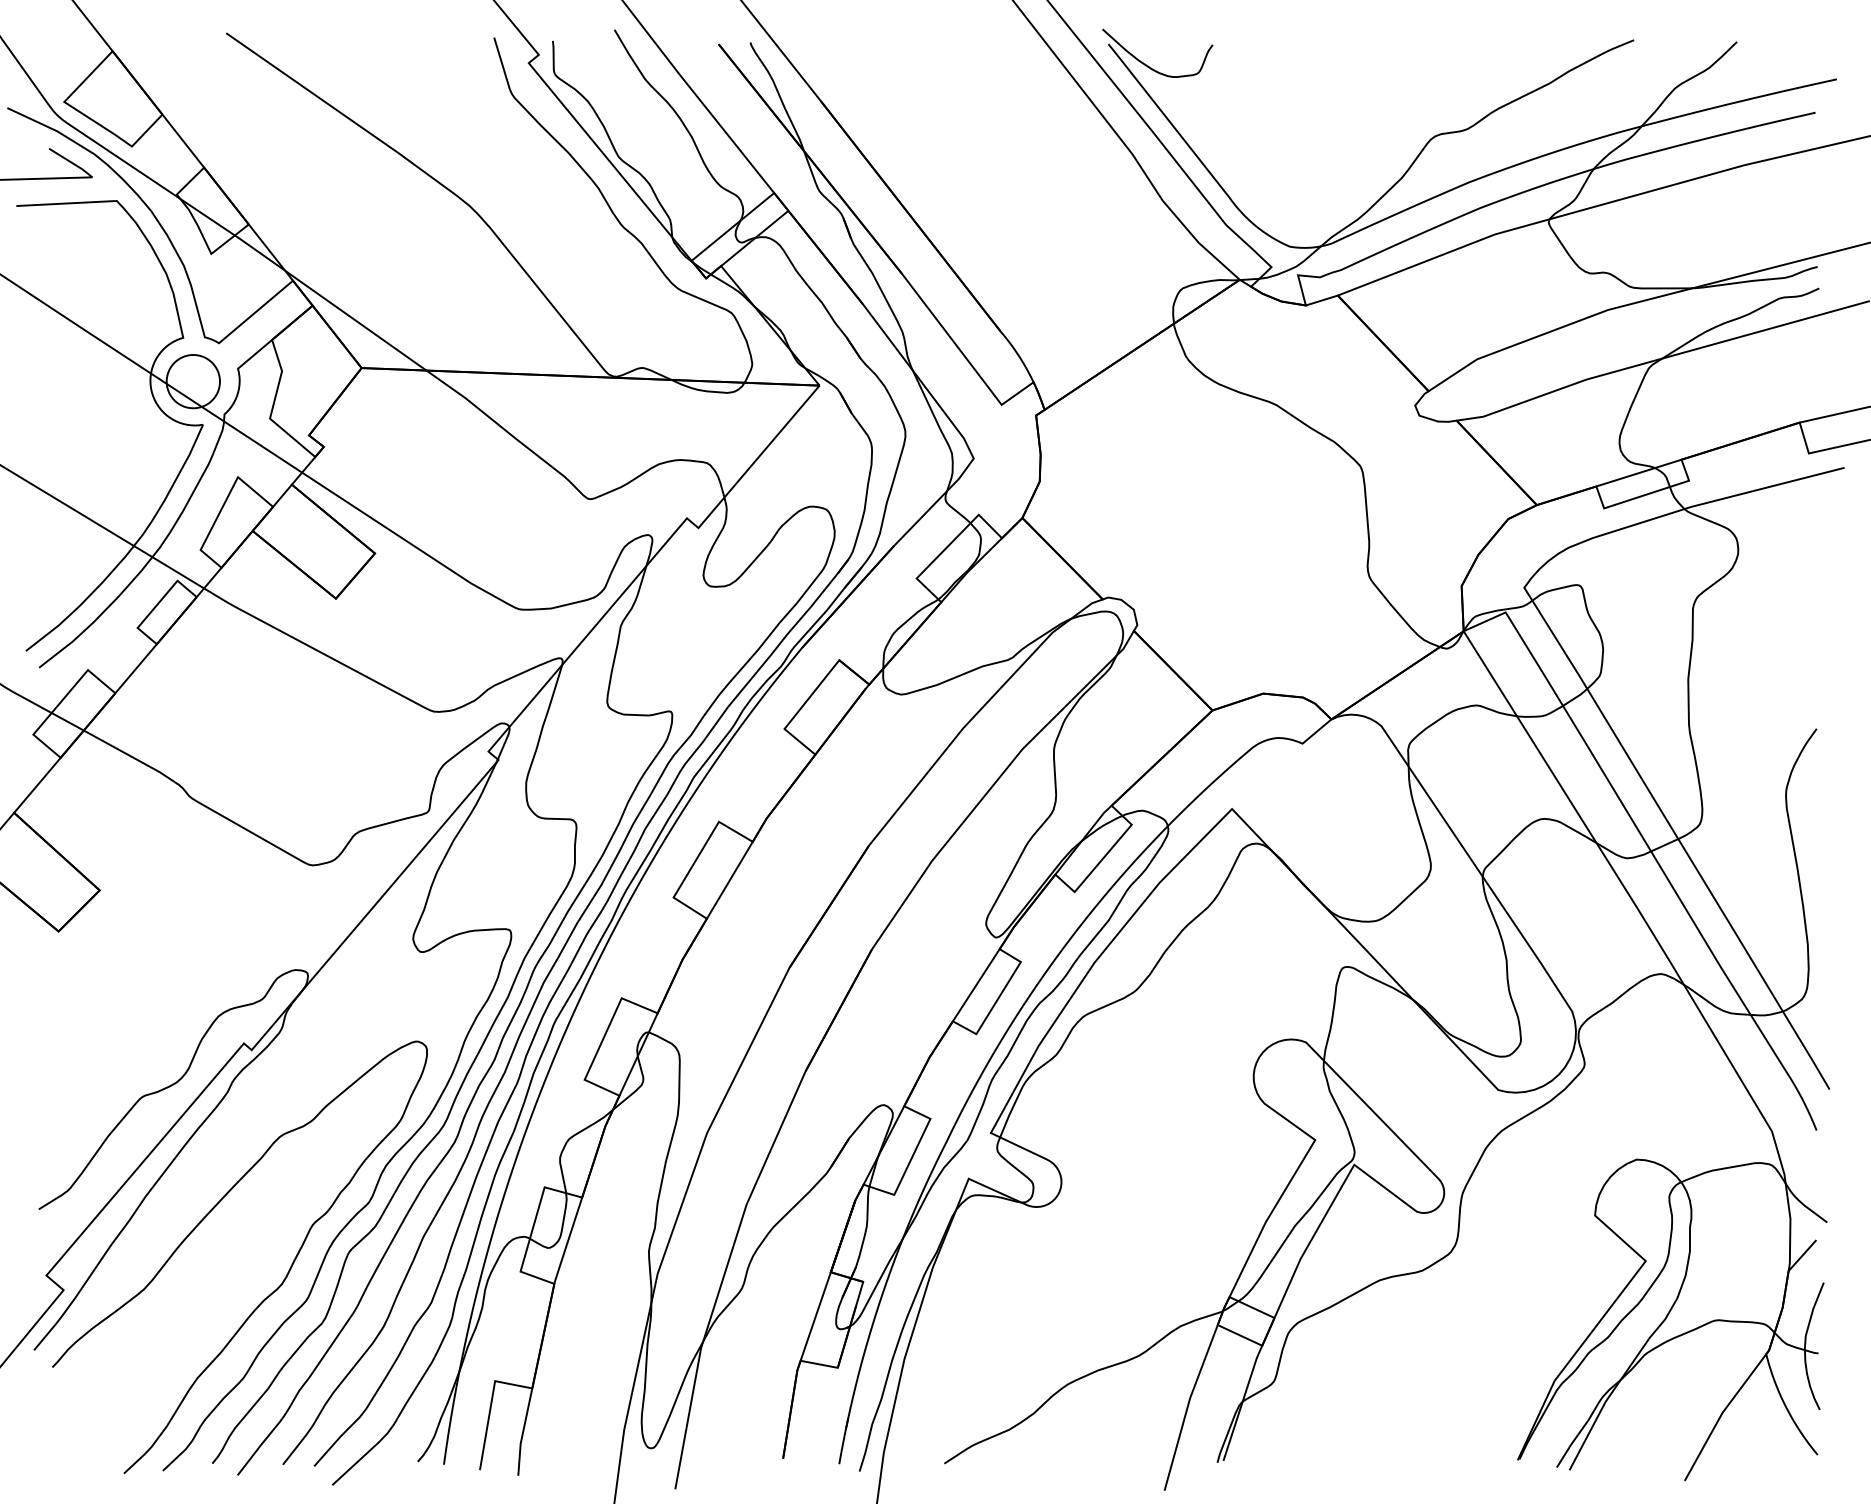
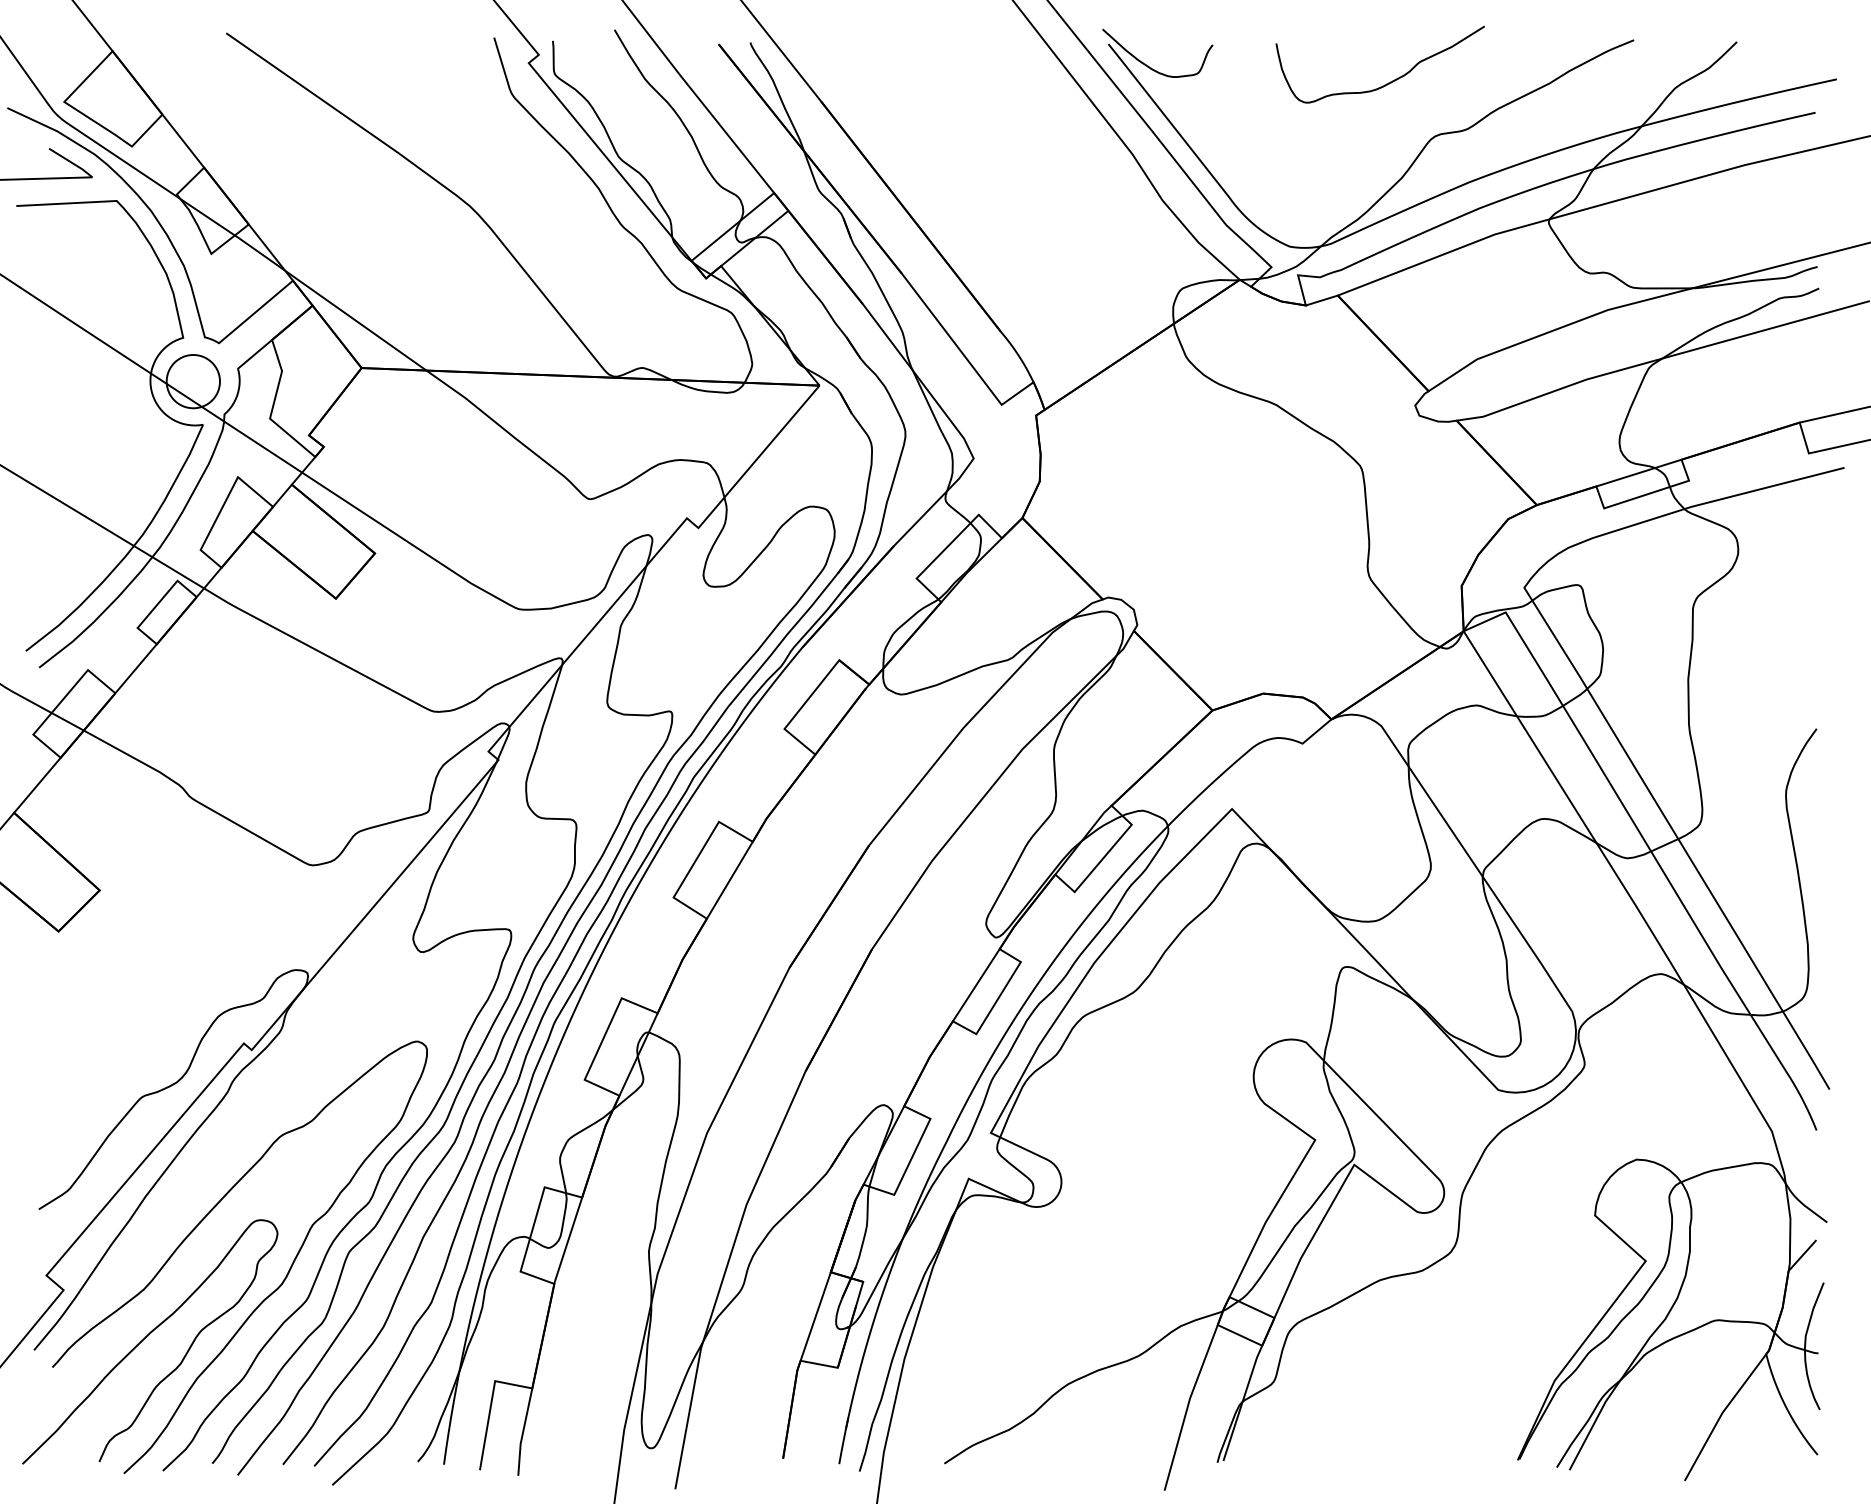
curve at (1388, 82): none -> present
curve at (148, 1336): none -> present
